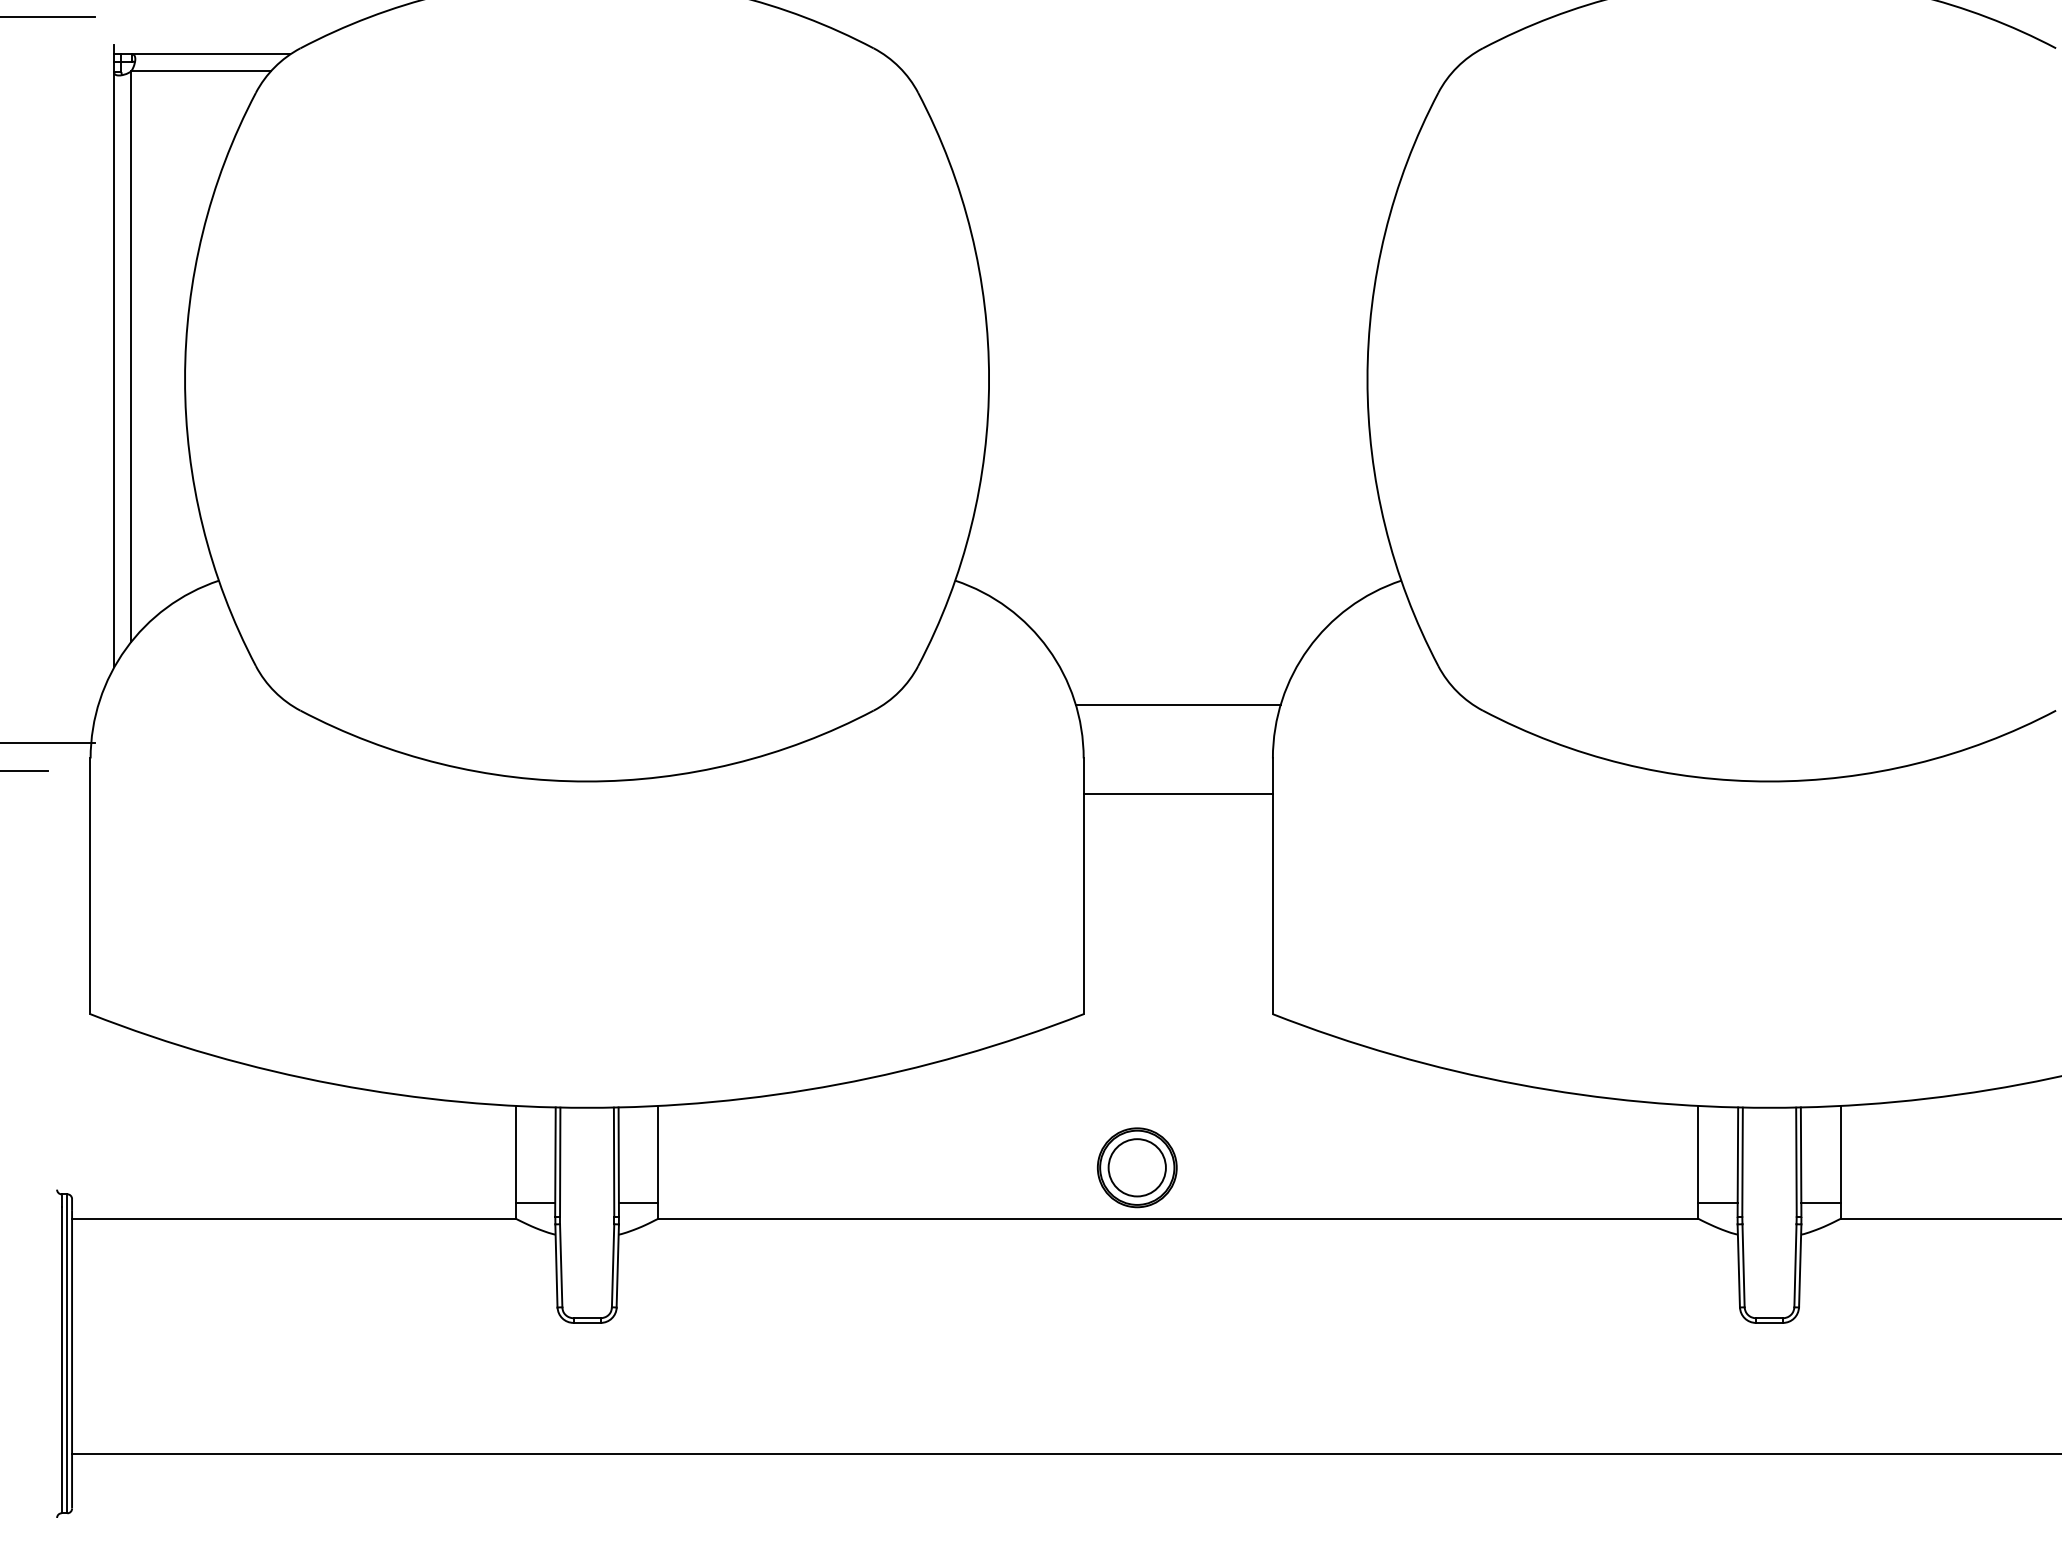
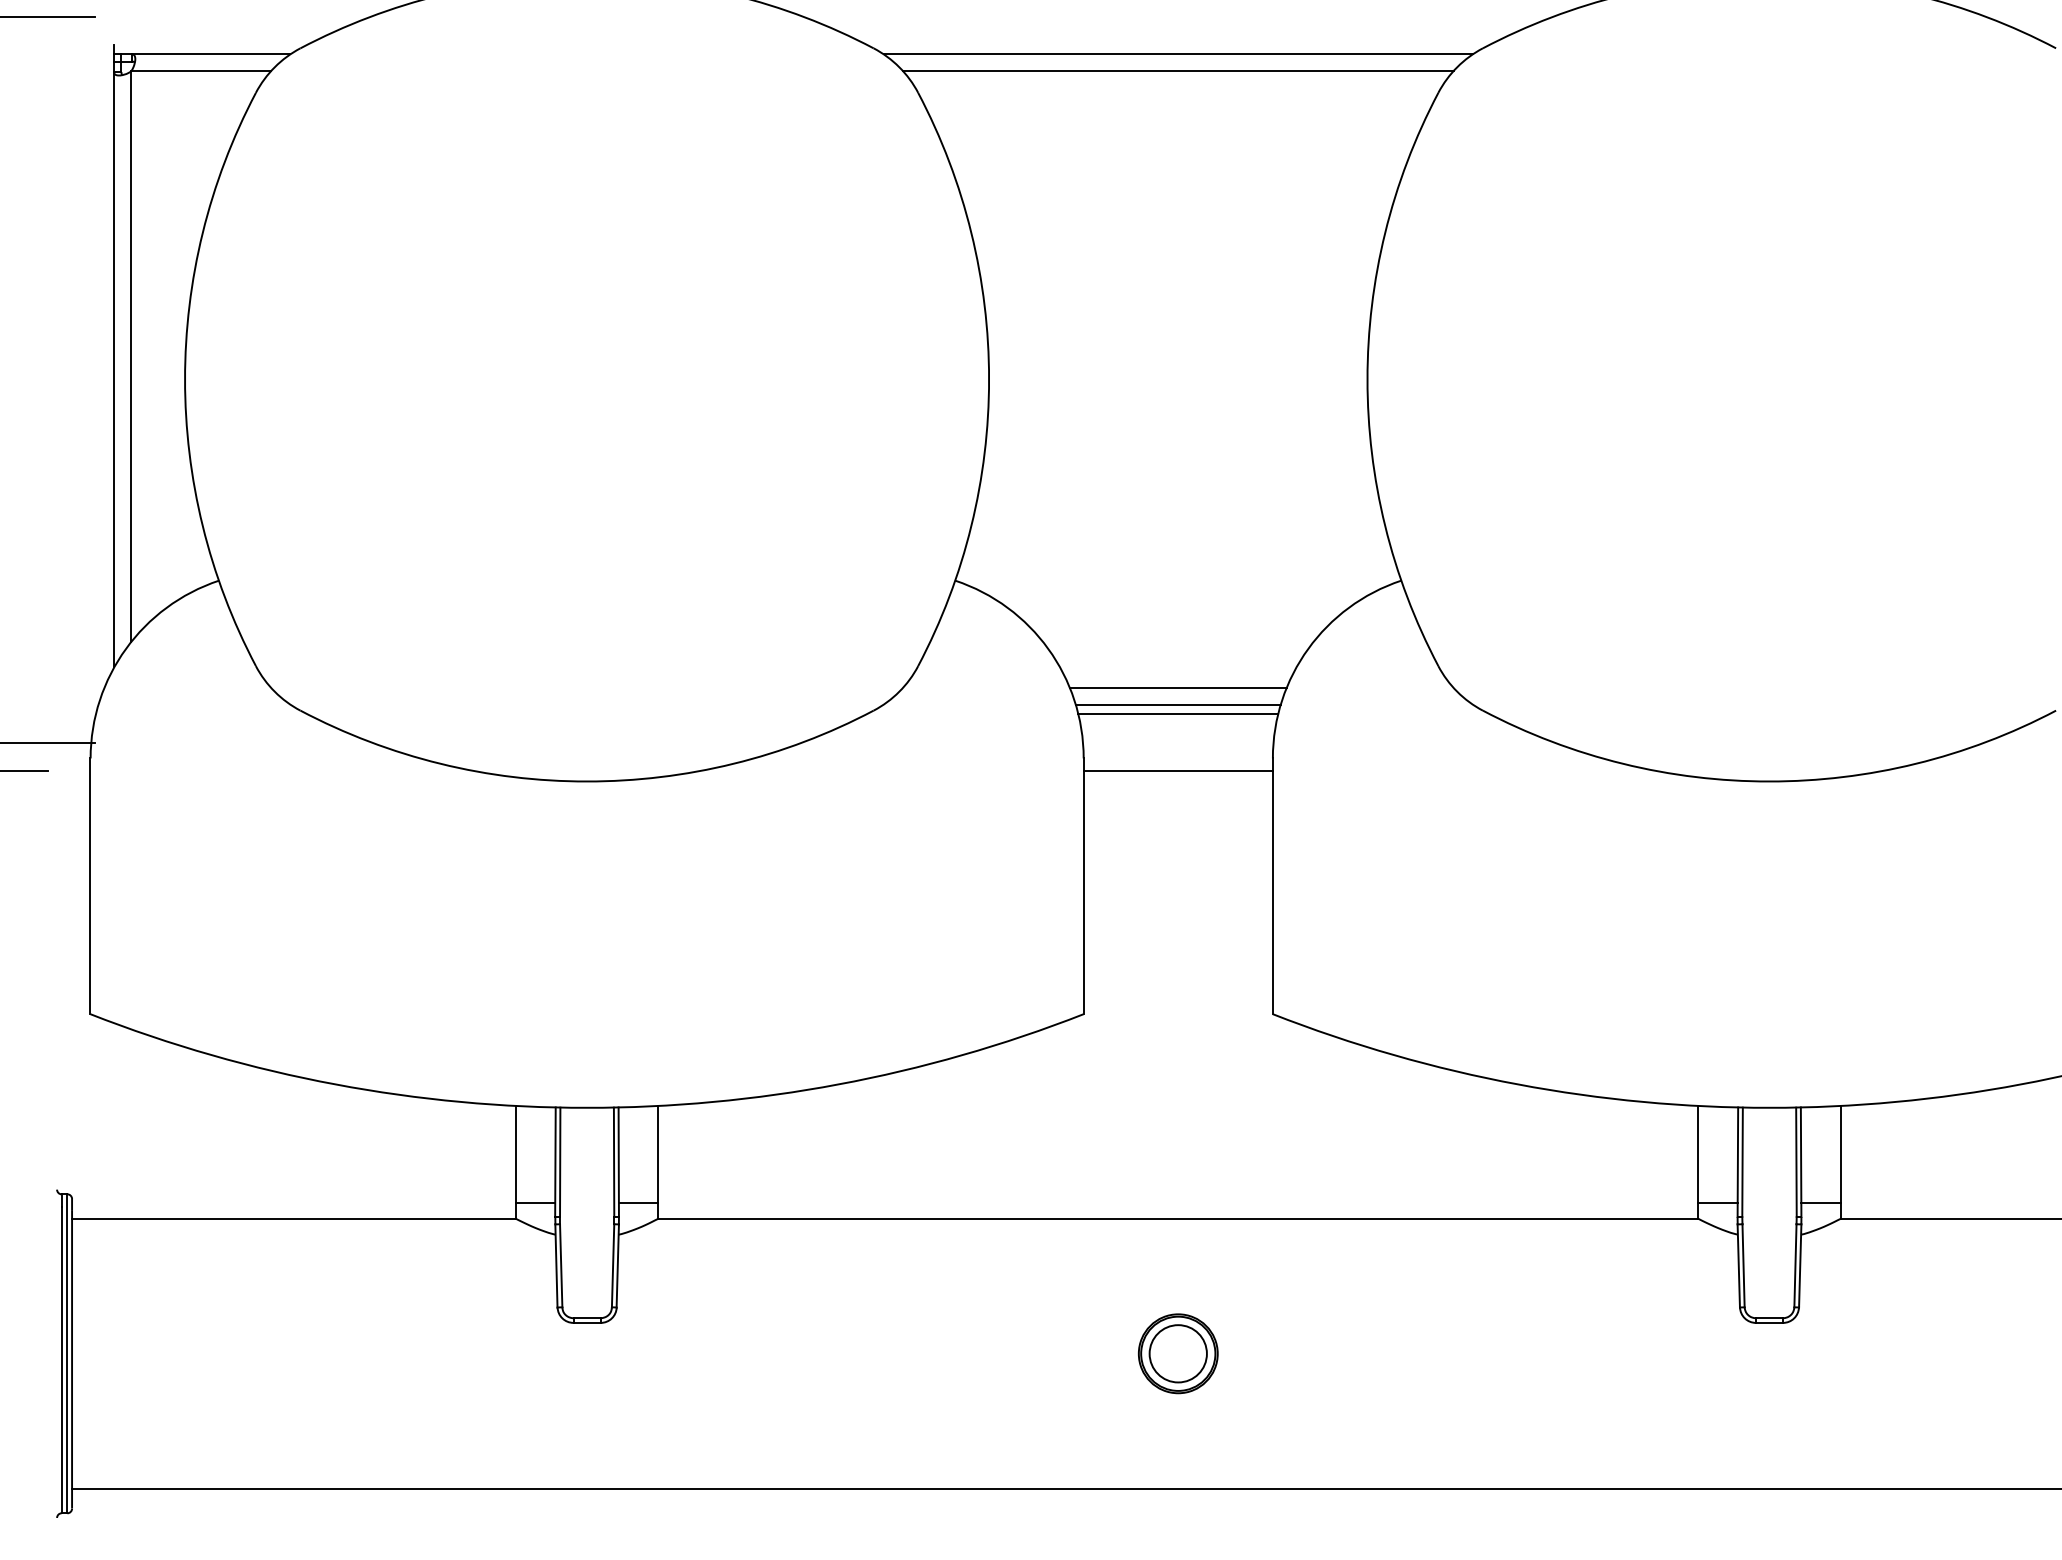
line at (1177, 54): none -> present
line at (1177, 71): none -> present
line at (1177, 687): none -> present
line at (1178, 714): none -> present
line at (1177, 793) position: (1177, 793) -> (1177, 770)
part at (1136, 1167) position: (1136, 1167) -> (1177, 1353)
line at (1065, 1453) position: (1065, 1453) -> (1065, 1488)
